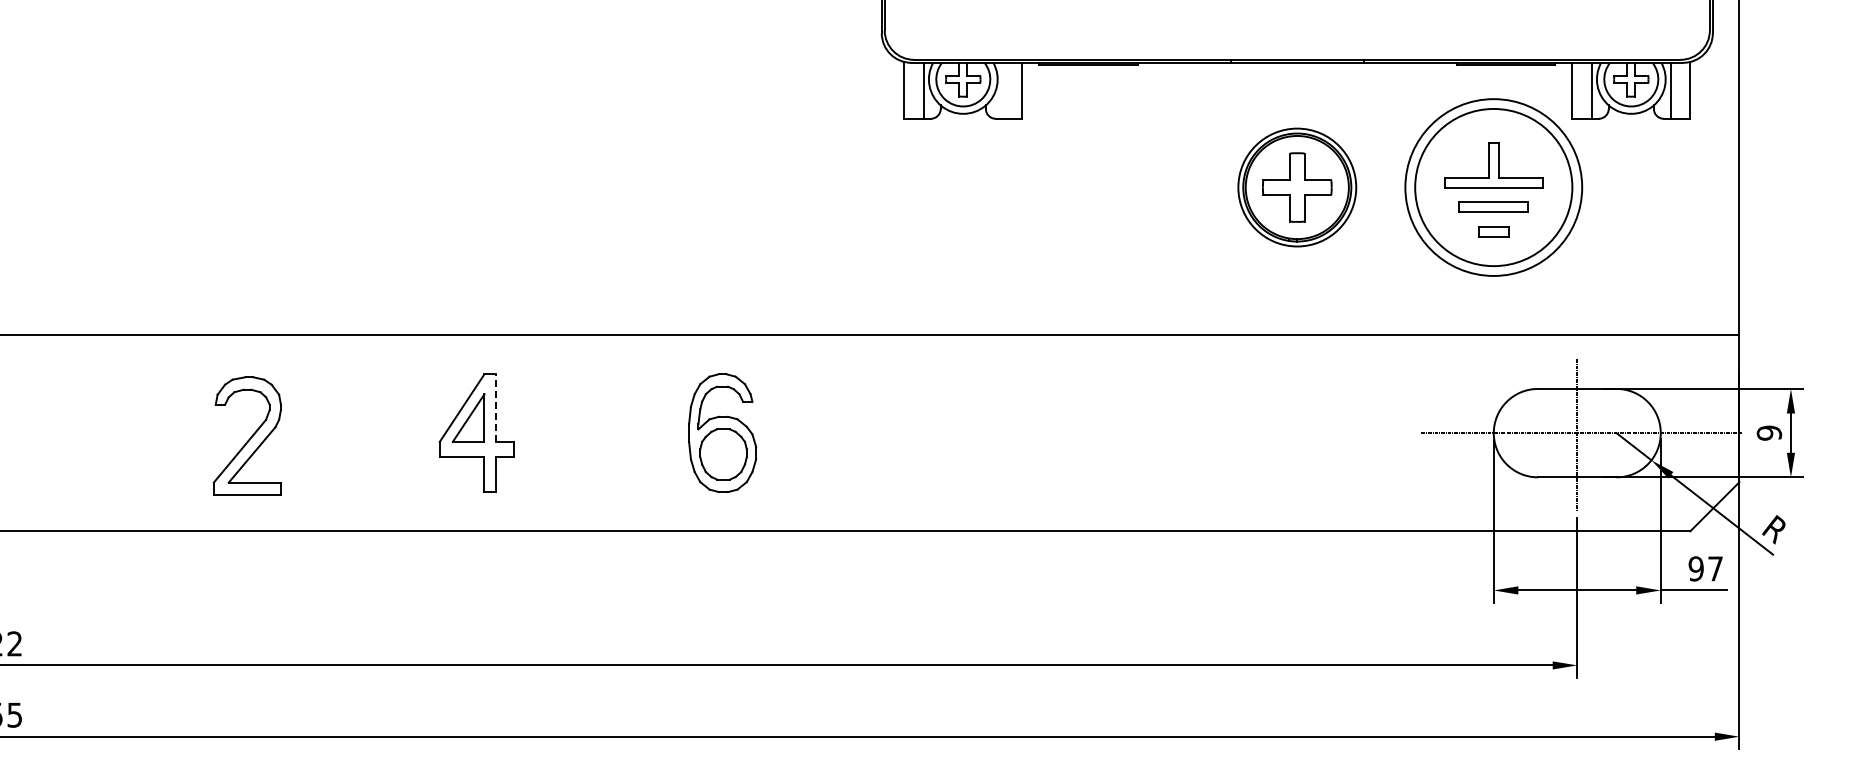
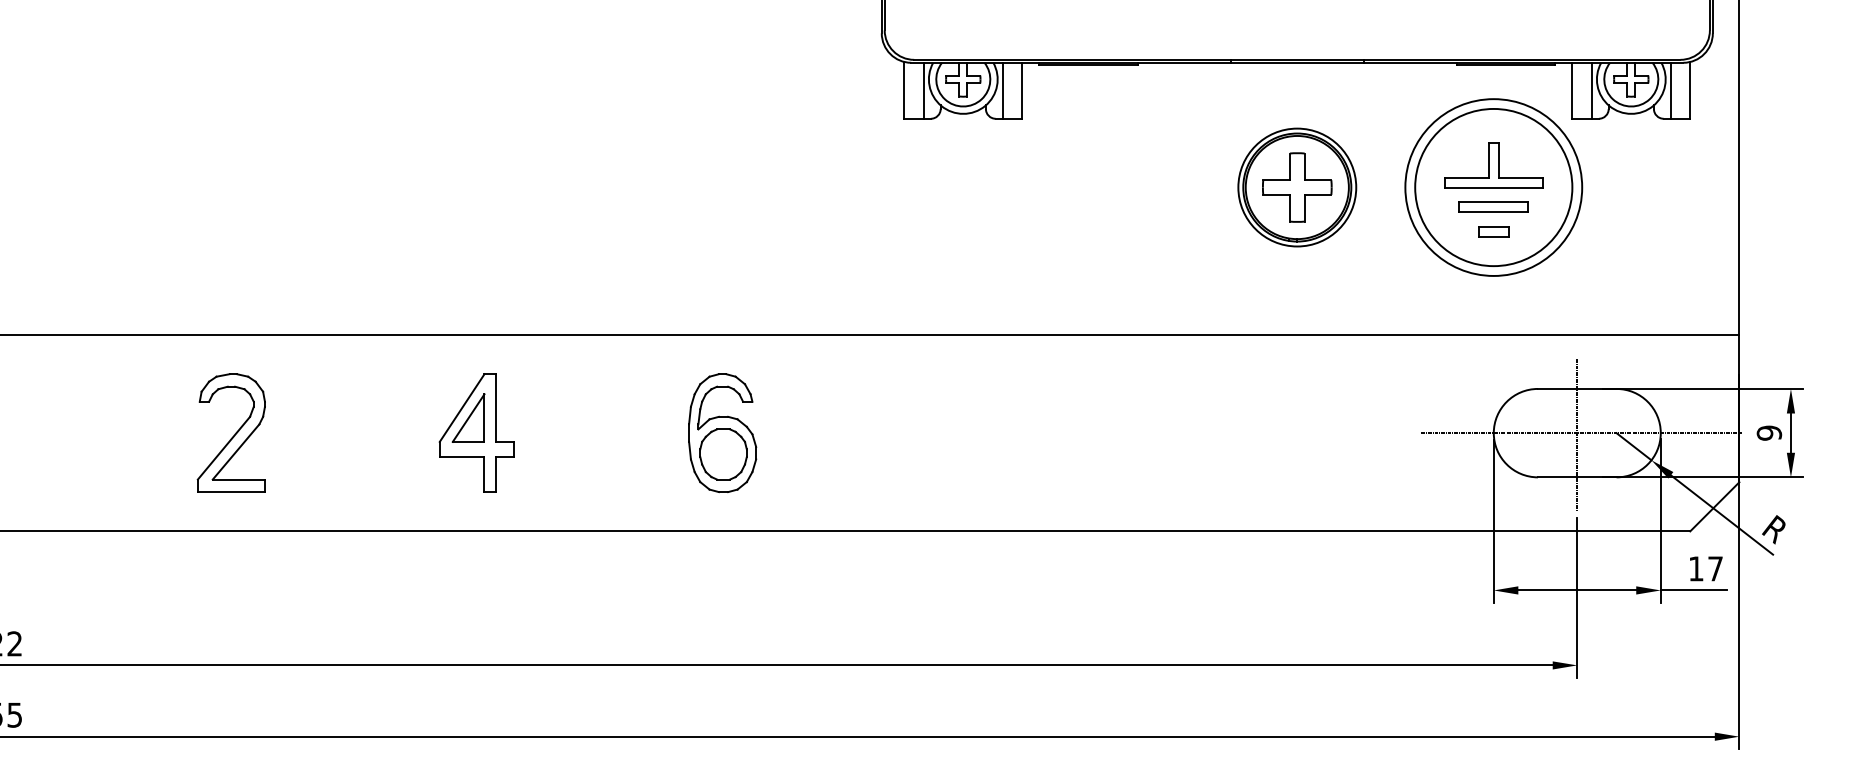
line at (1002, 90): none -> present
line at (495, 408): dashed -> solid
part at (246, 435) position: (246, 435) -> (230, 432)
text at (1695, 568): 97 -> 17
